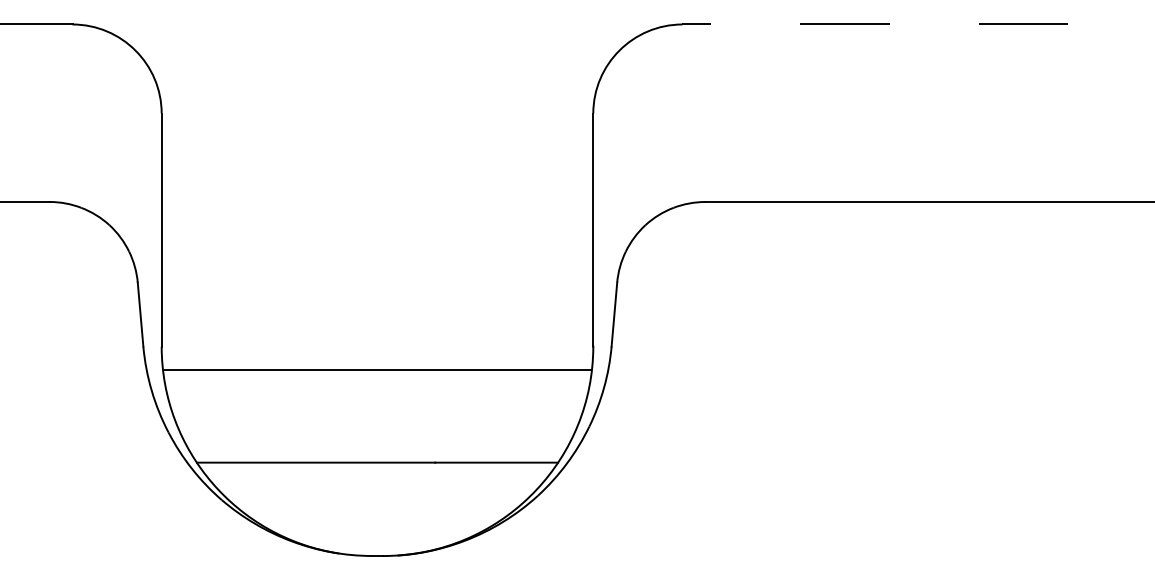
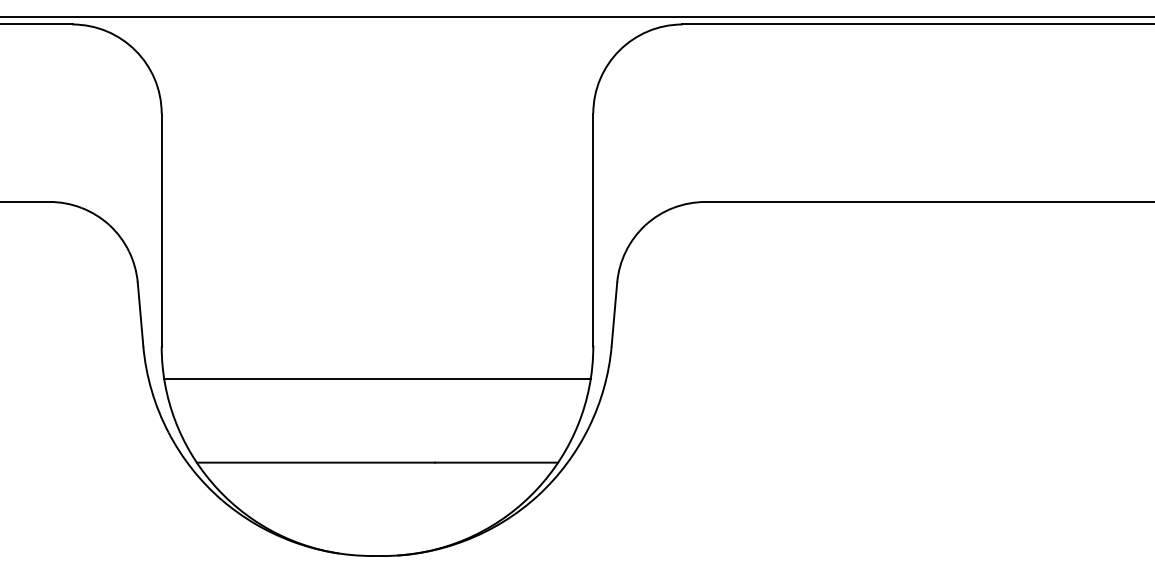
line at (576, 16): none -> present
line at (918, 24): dashed -> solid
line at (377, 369) position: (377, 369) -> (377, 378)
